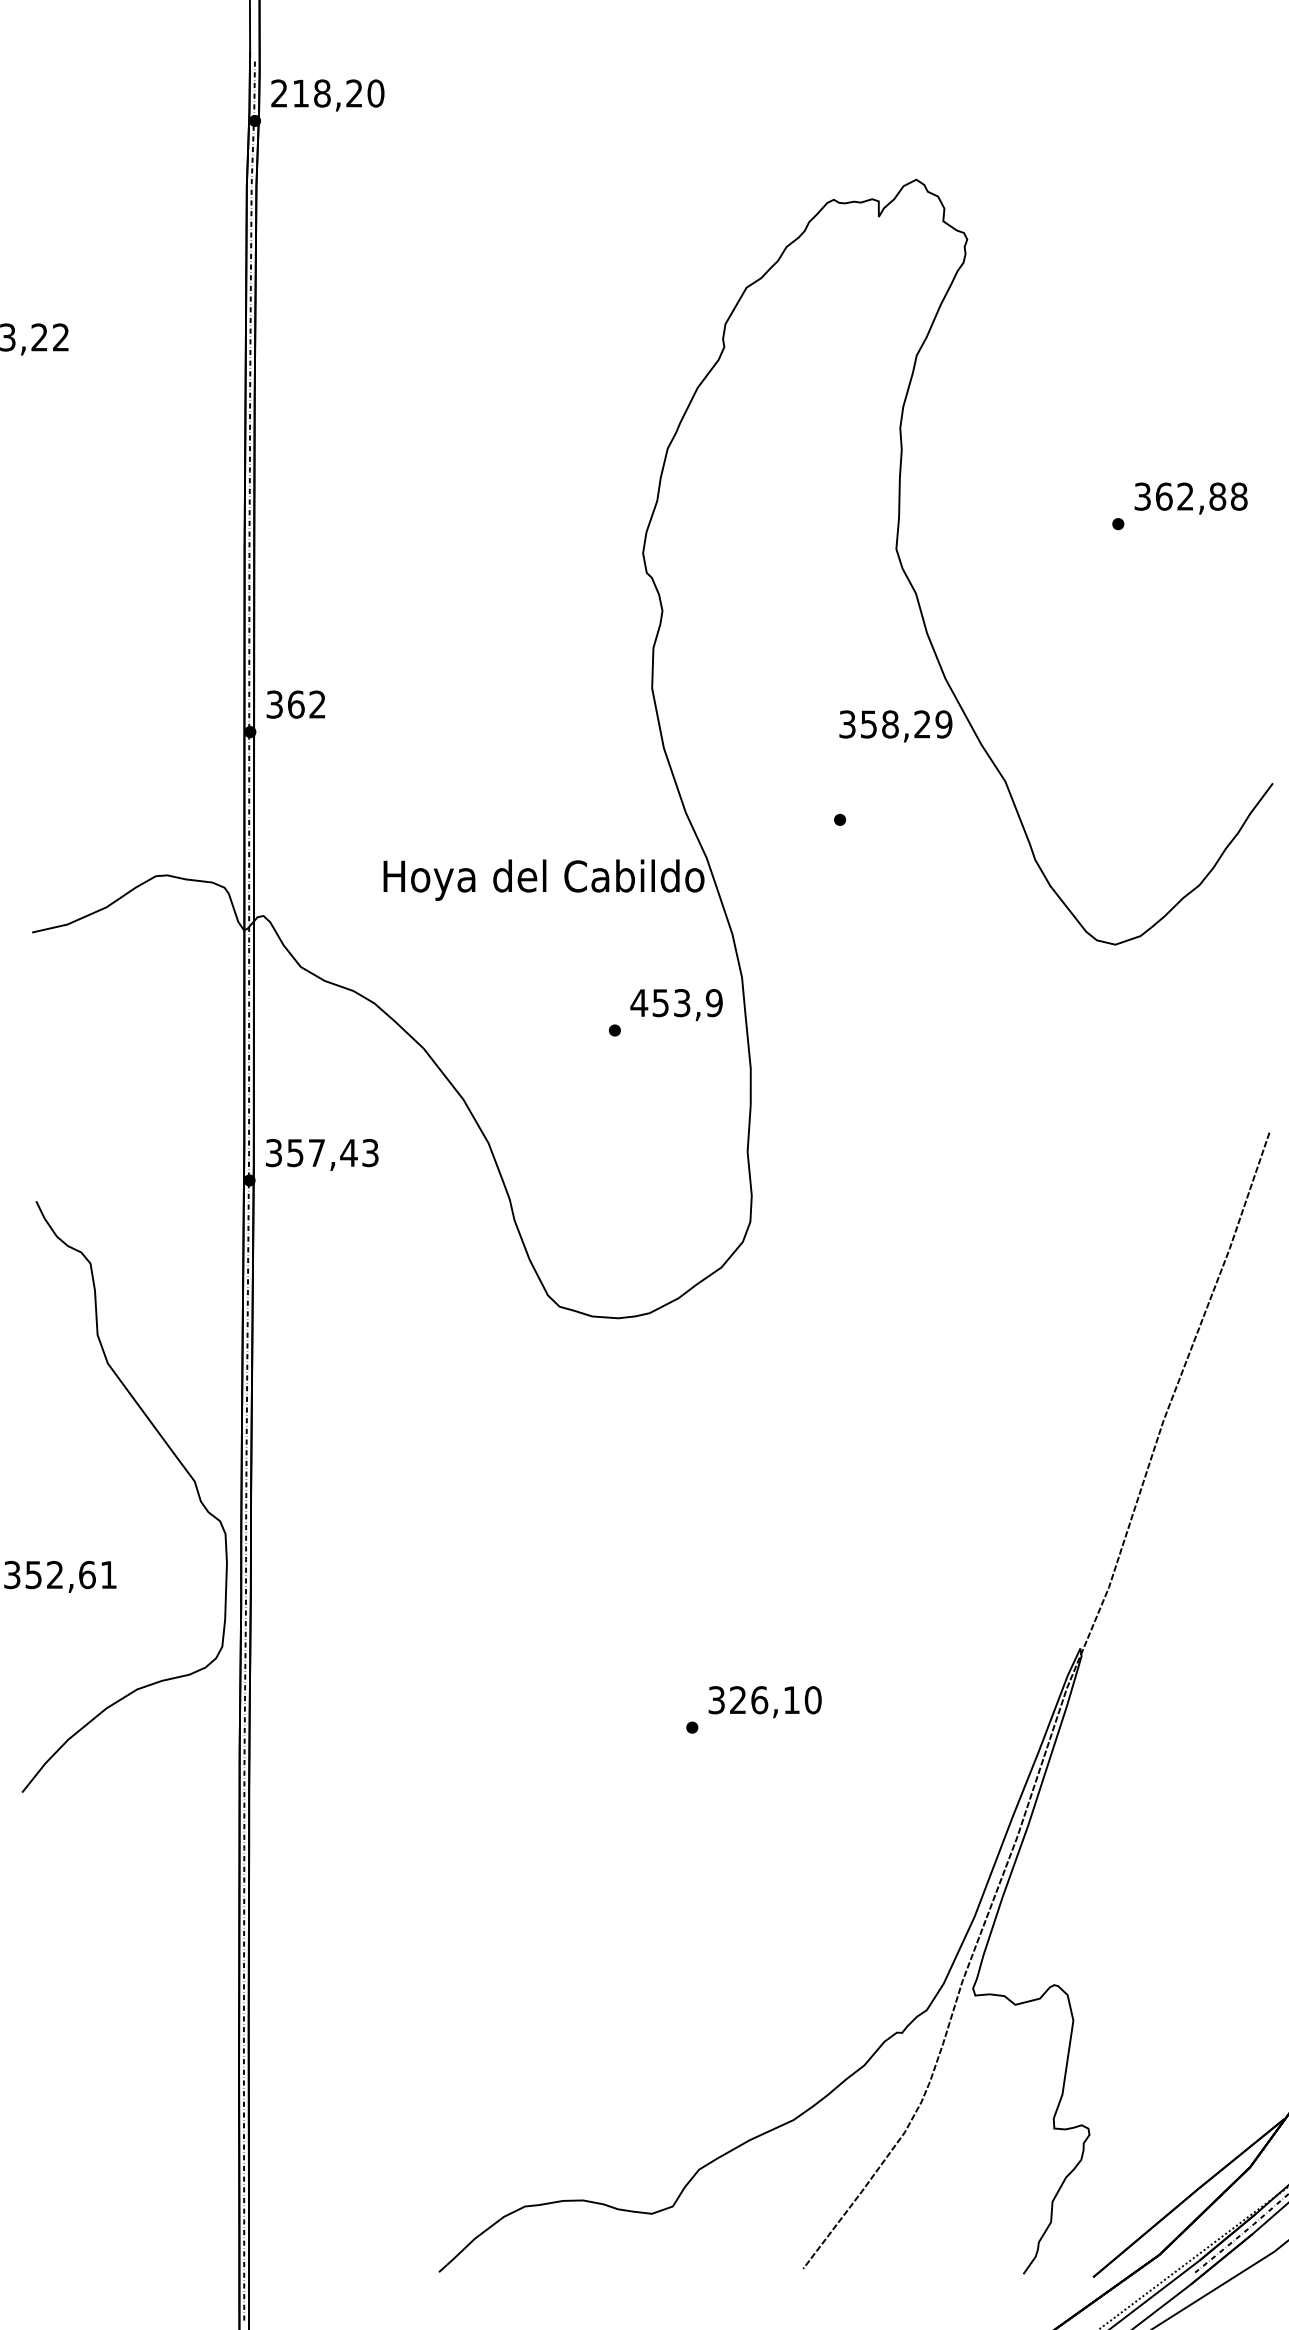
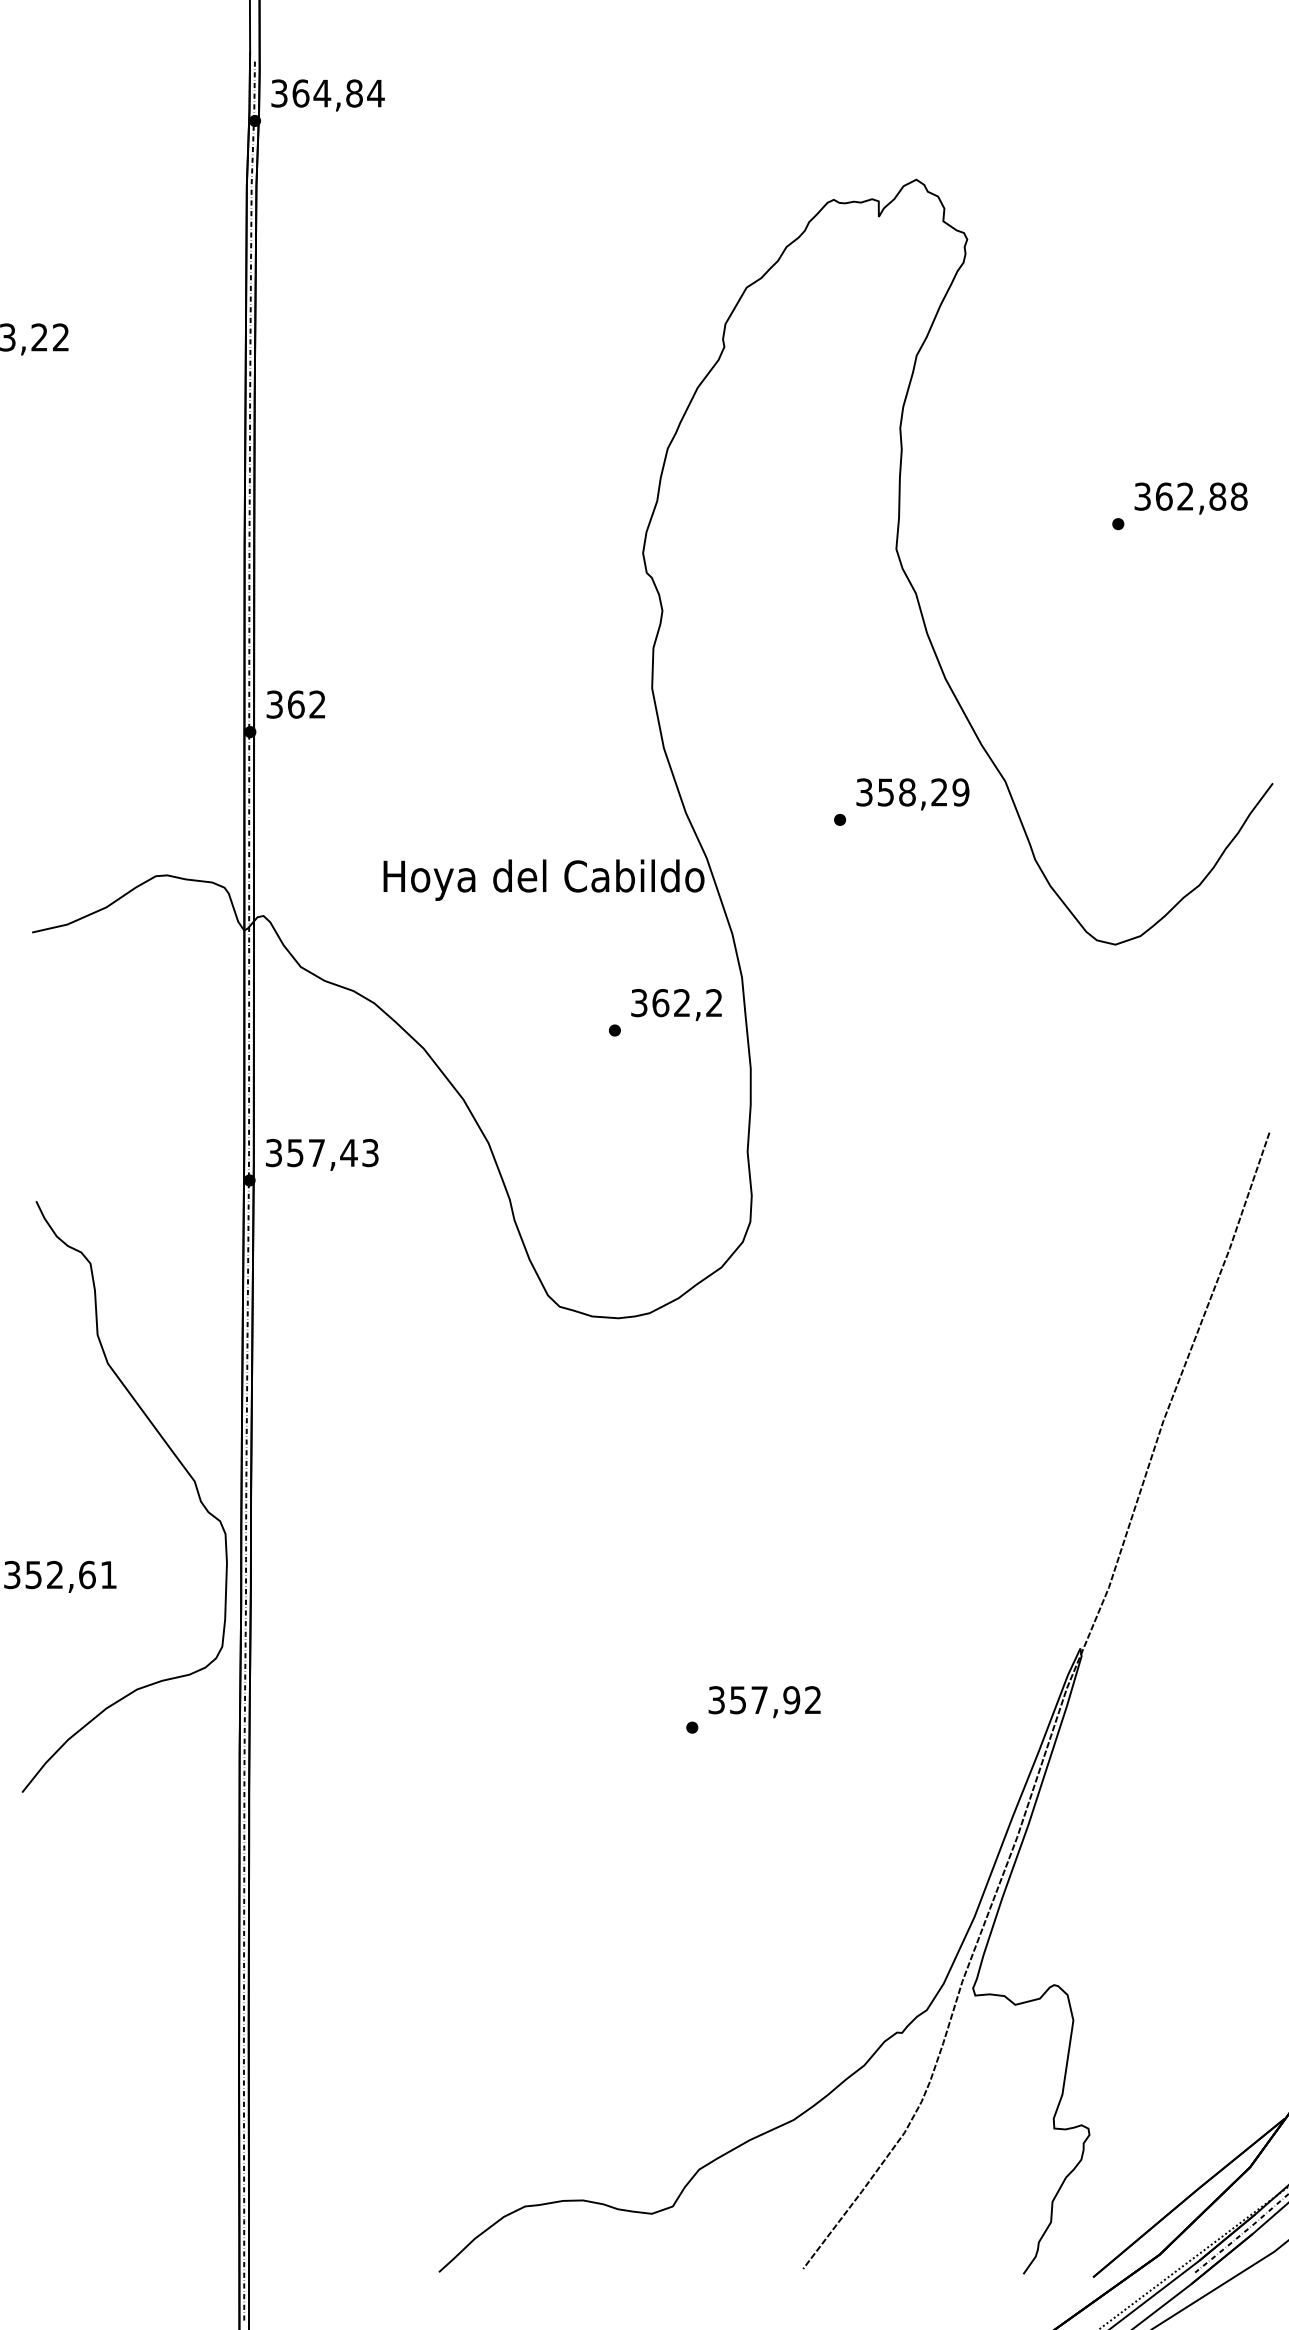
text at (327, 93): 218,20 -> 364,84
text at (895, 726) position: (895, 726) -> (912, 794)
text at (676, 1003): 453,9 -> 362,2
text at (775, 1700): 326,10 -> 357,92
